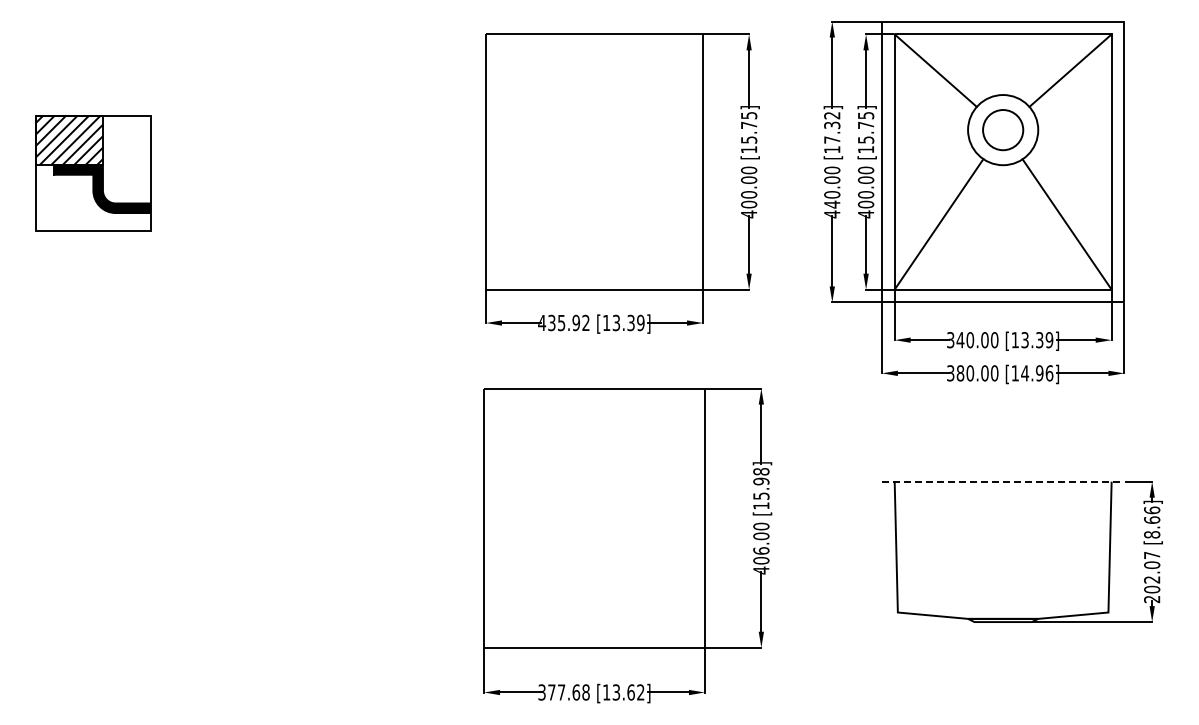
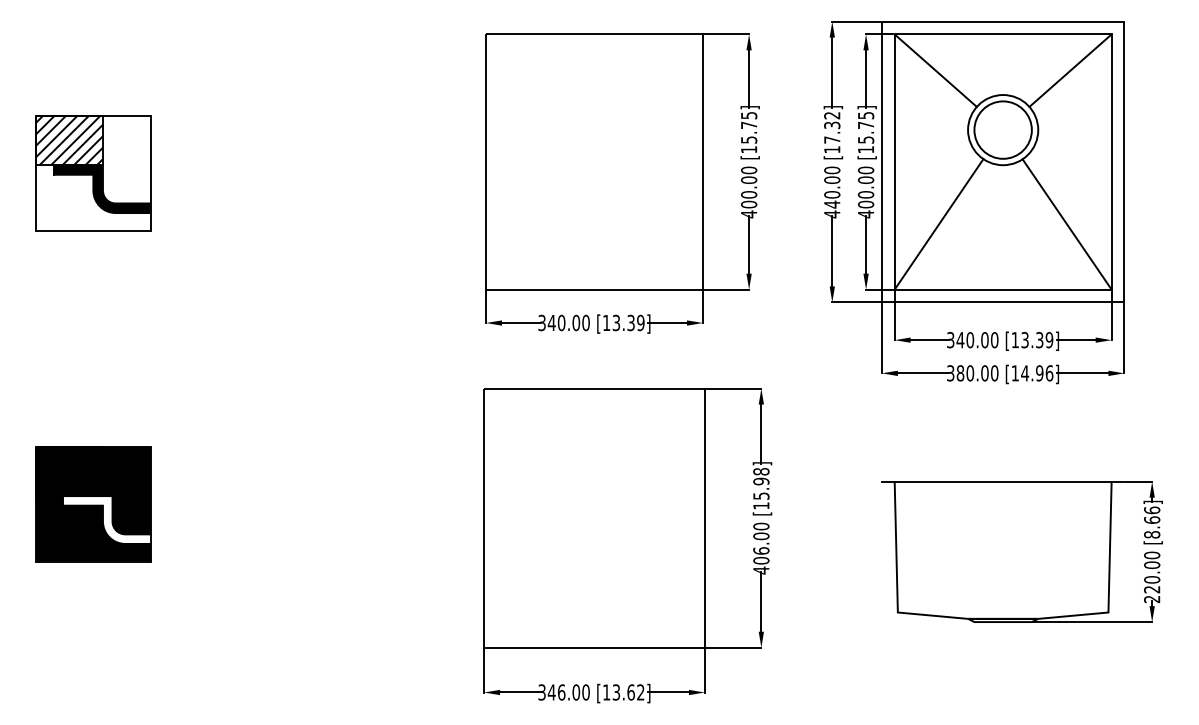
circle at (1003, 130) diameter: 40 px -> 57 px
text at (563, 322): 435.92 -> 340.00
line at (1003, 481): dashed -> solid
part at (93, 504): none -> present
text at (1152, 572): 202.07 -> 220.00
text at (568, 692): 377.68 -> 346.00
